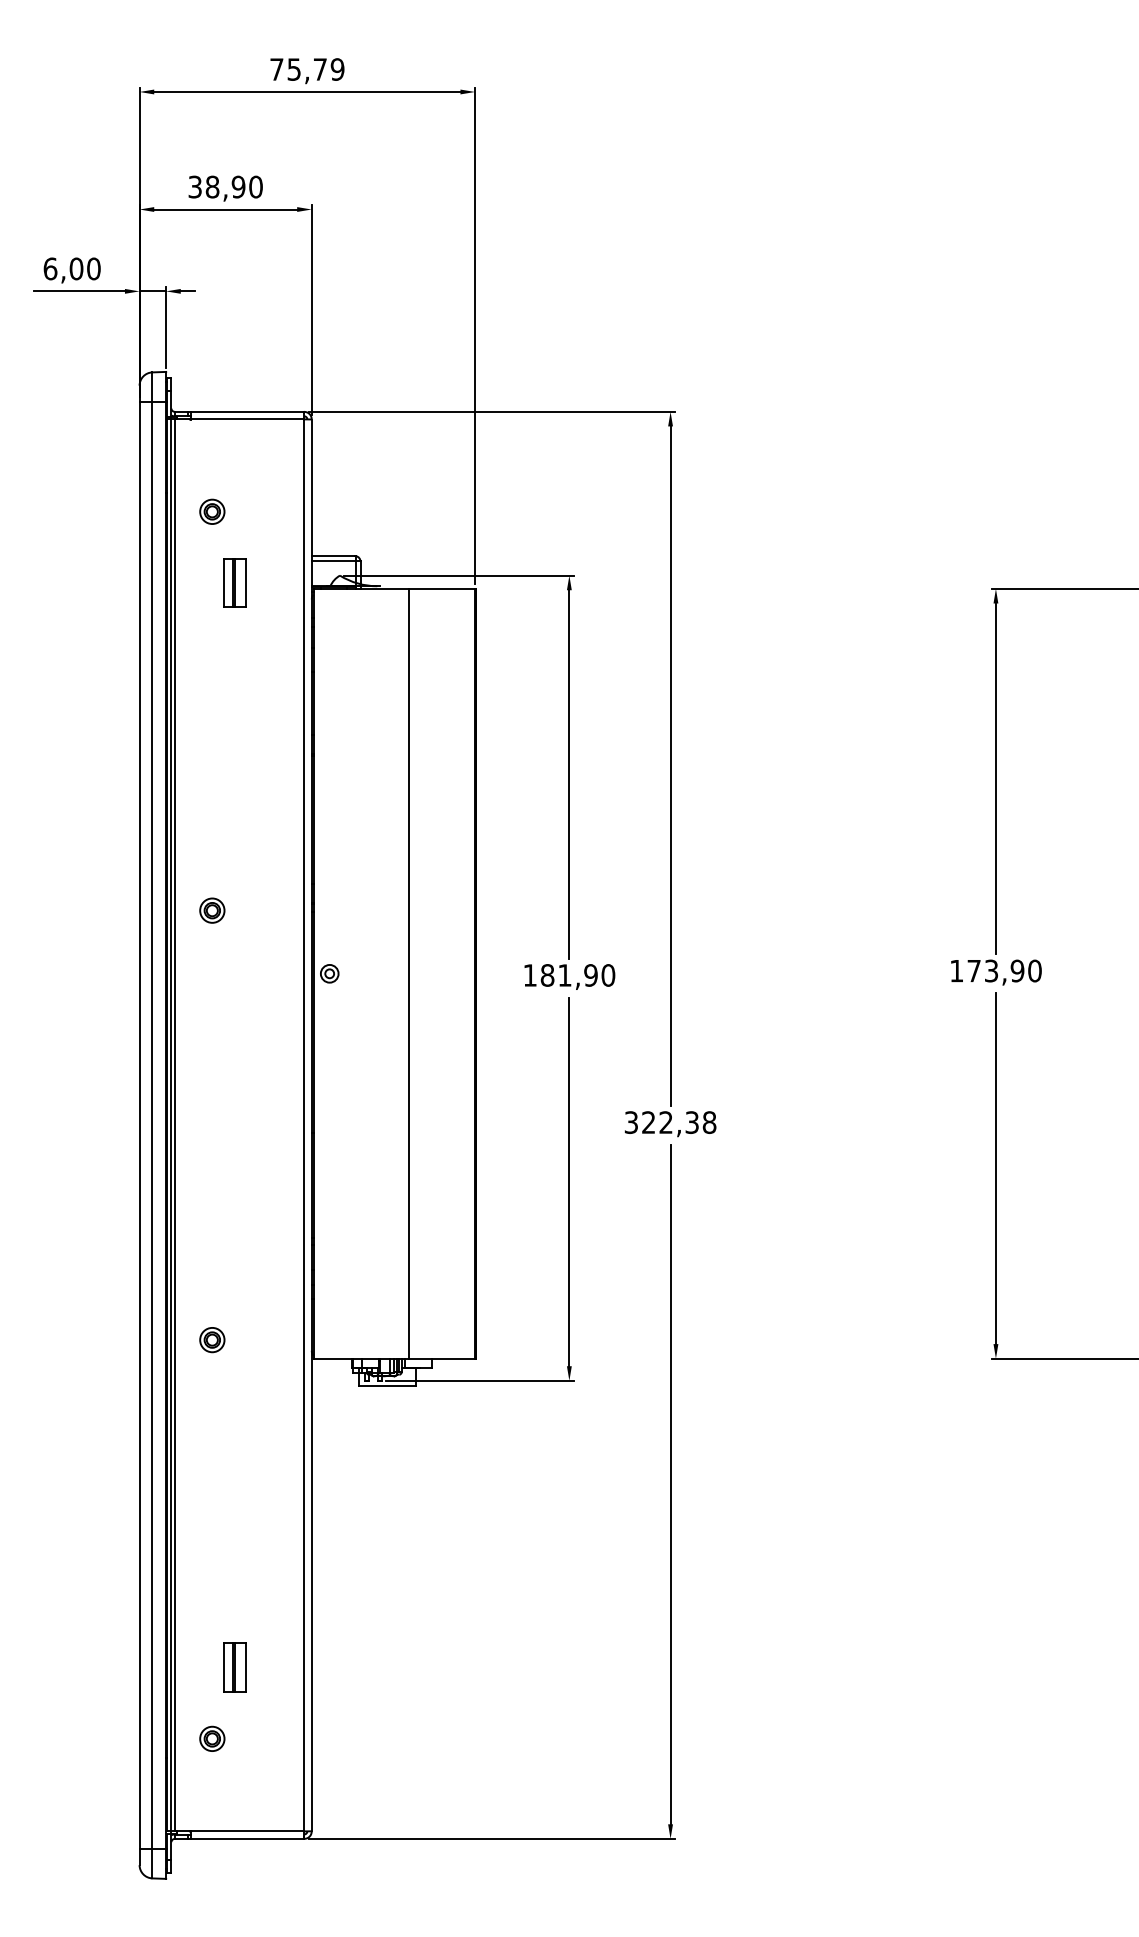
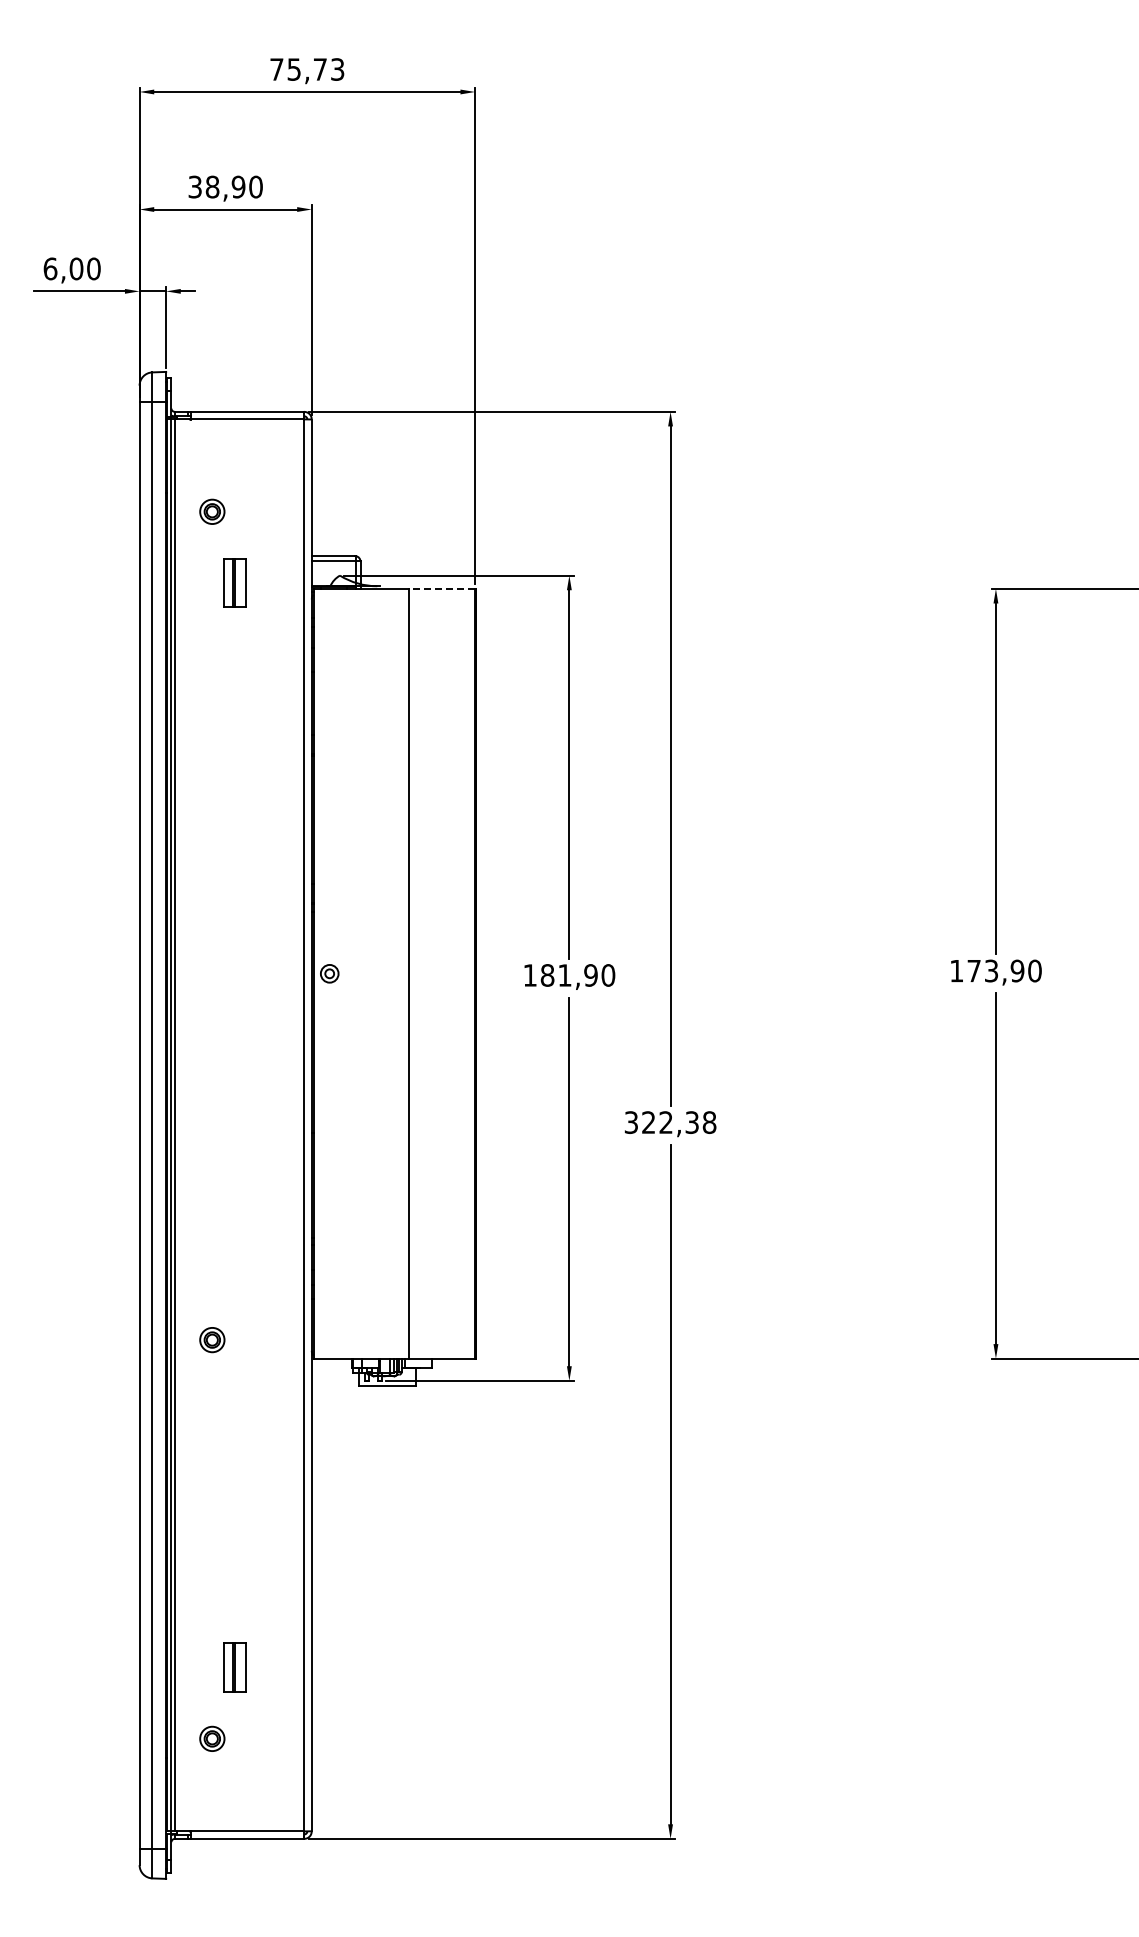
text at (337, 69): 75,79 -> 75,73
line at (442, 588): solid -> dashed
part at (212, 910): present -> none
